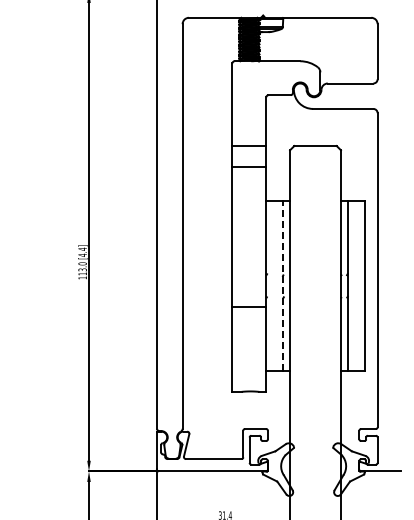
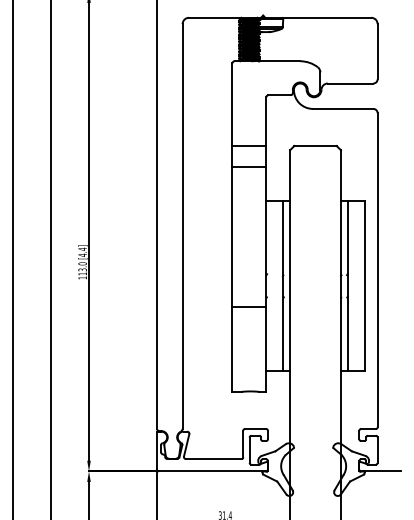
line at (12, 259): none -> present
line at (50, 259): none -> present
line at (283, 285): dashed -> solid
